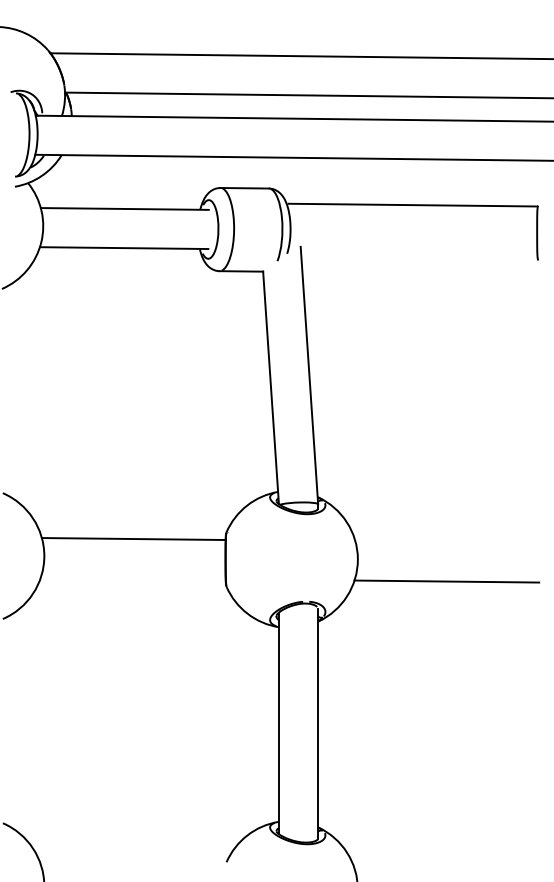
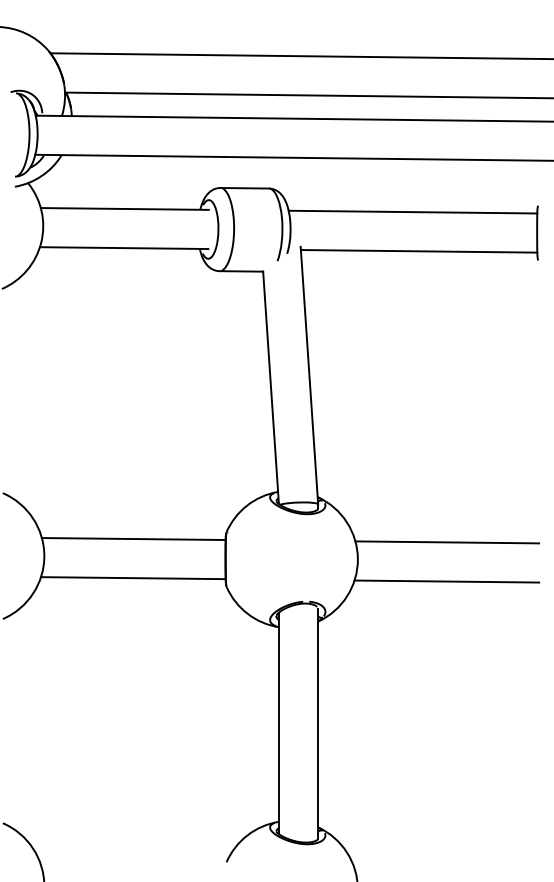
line at (412, 204) position: (412, 204) -> (412, 211)
line at (418, 251): none -> present
line at (447, 542): none -> present
line at (133, 578): none -> present
